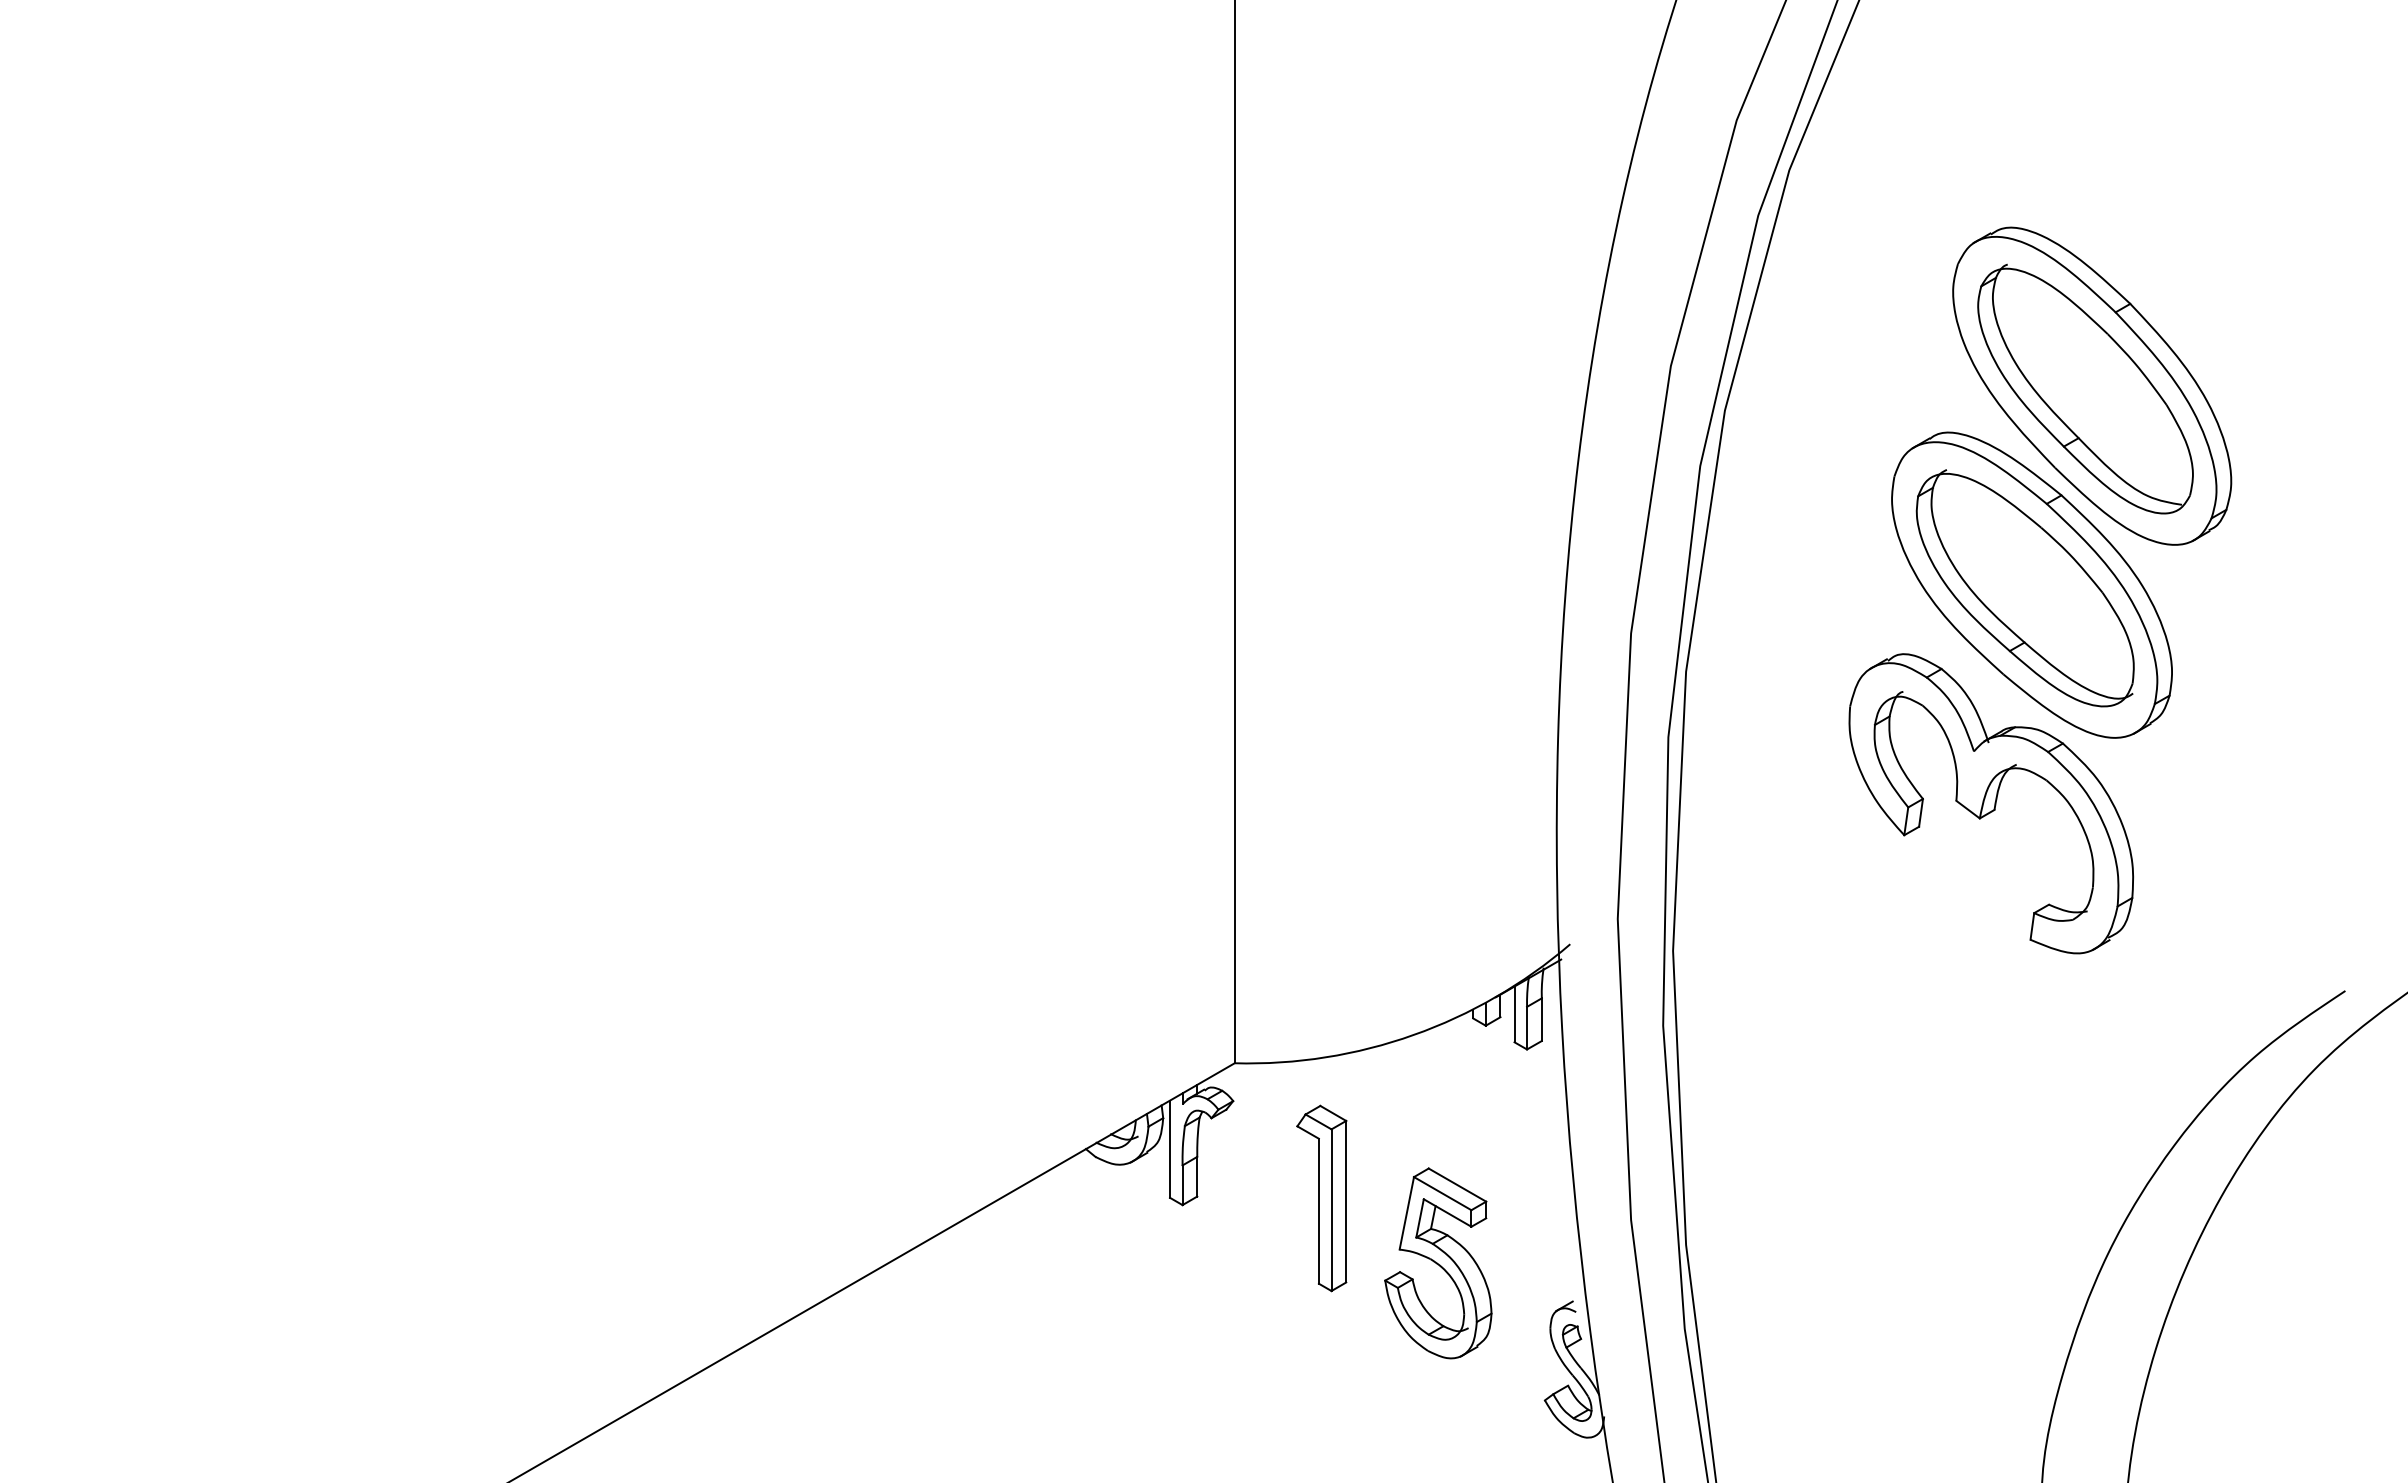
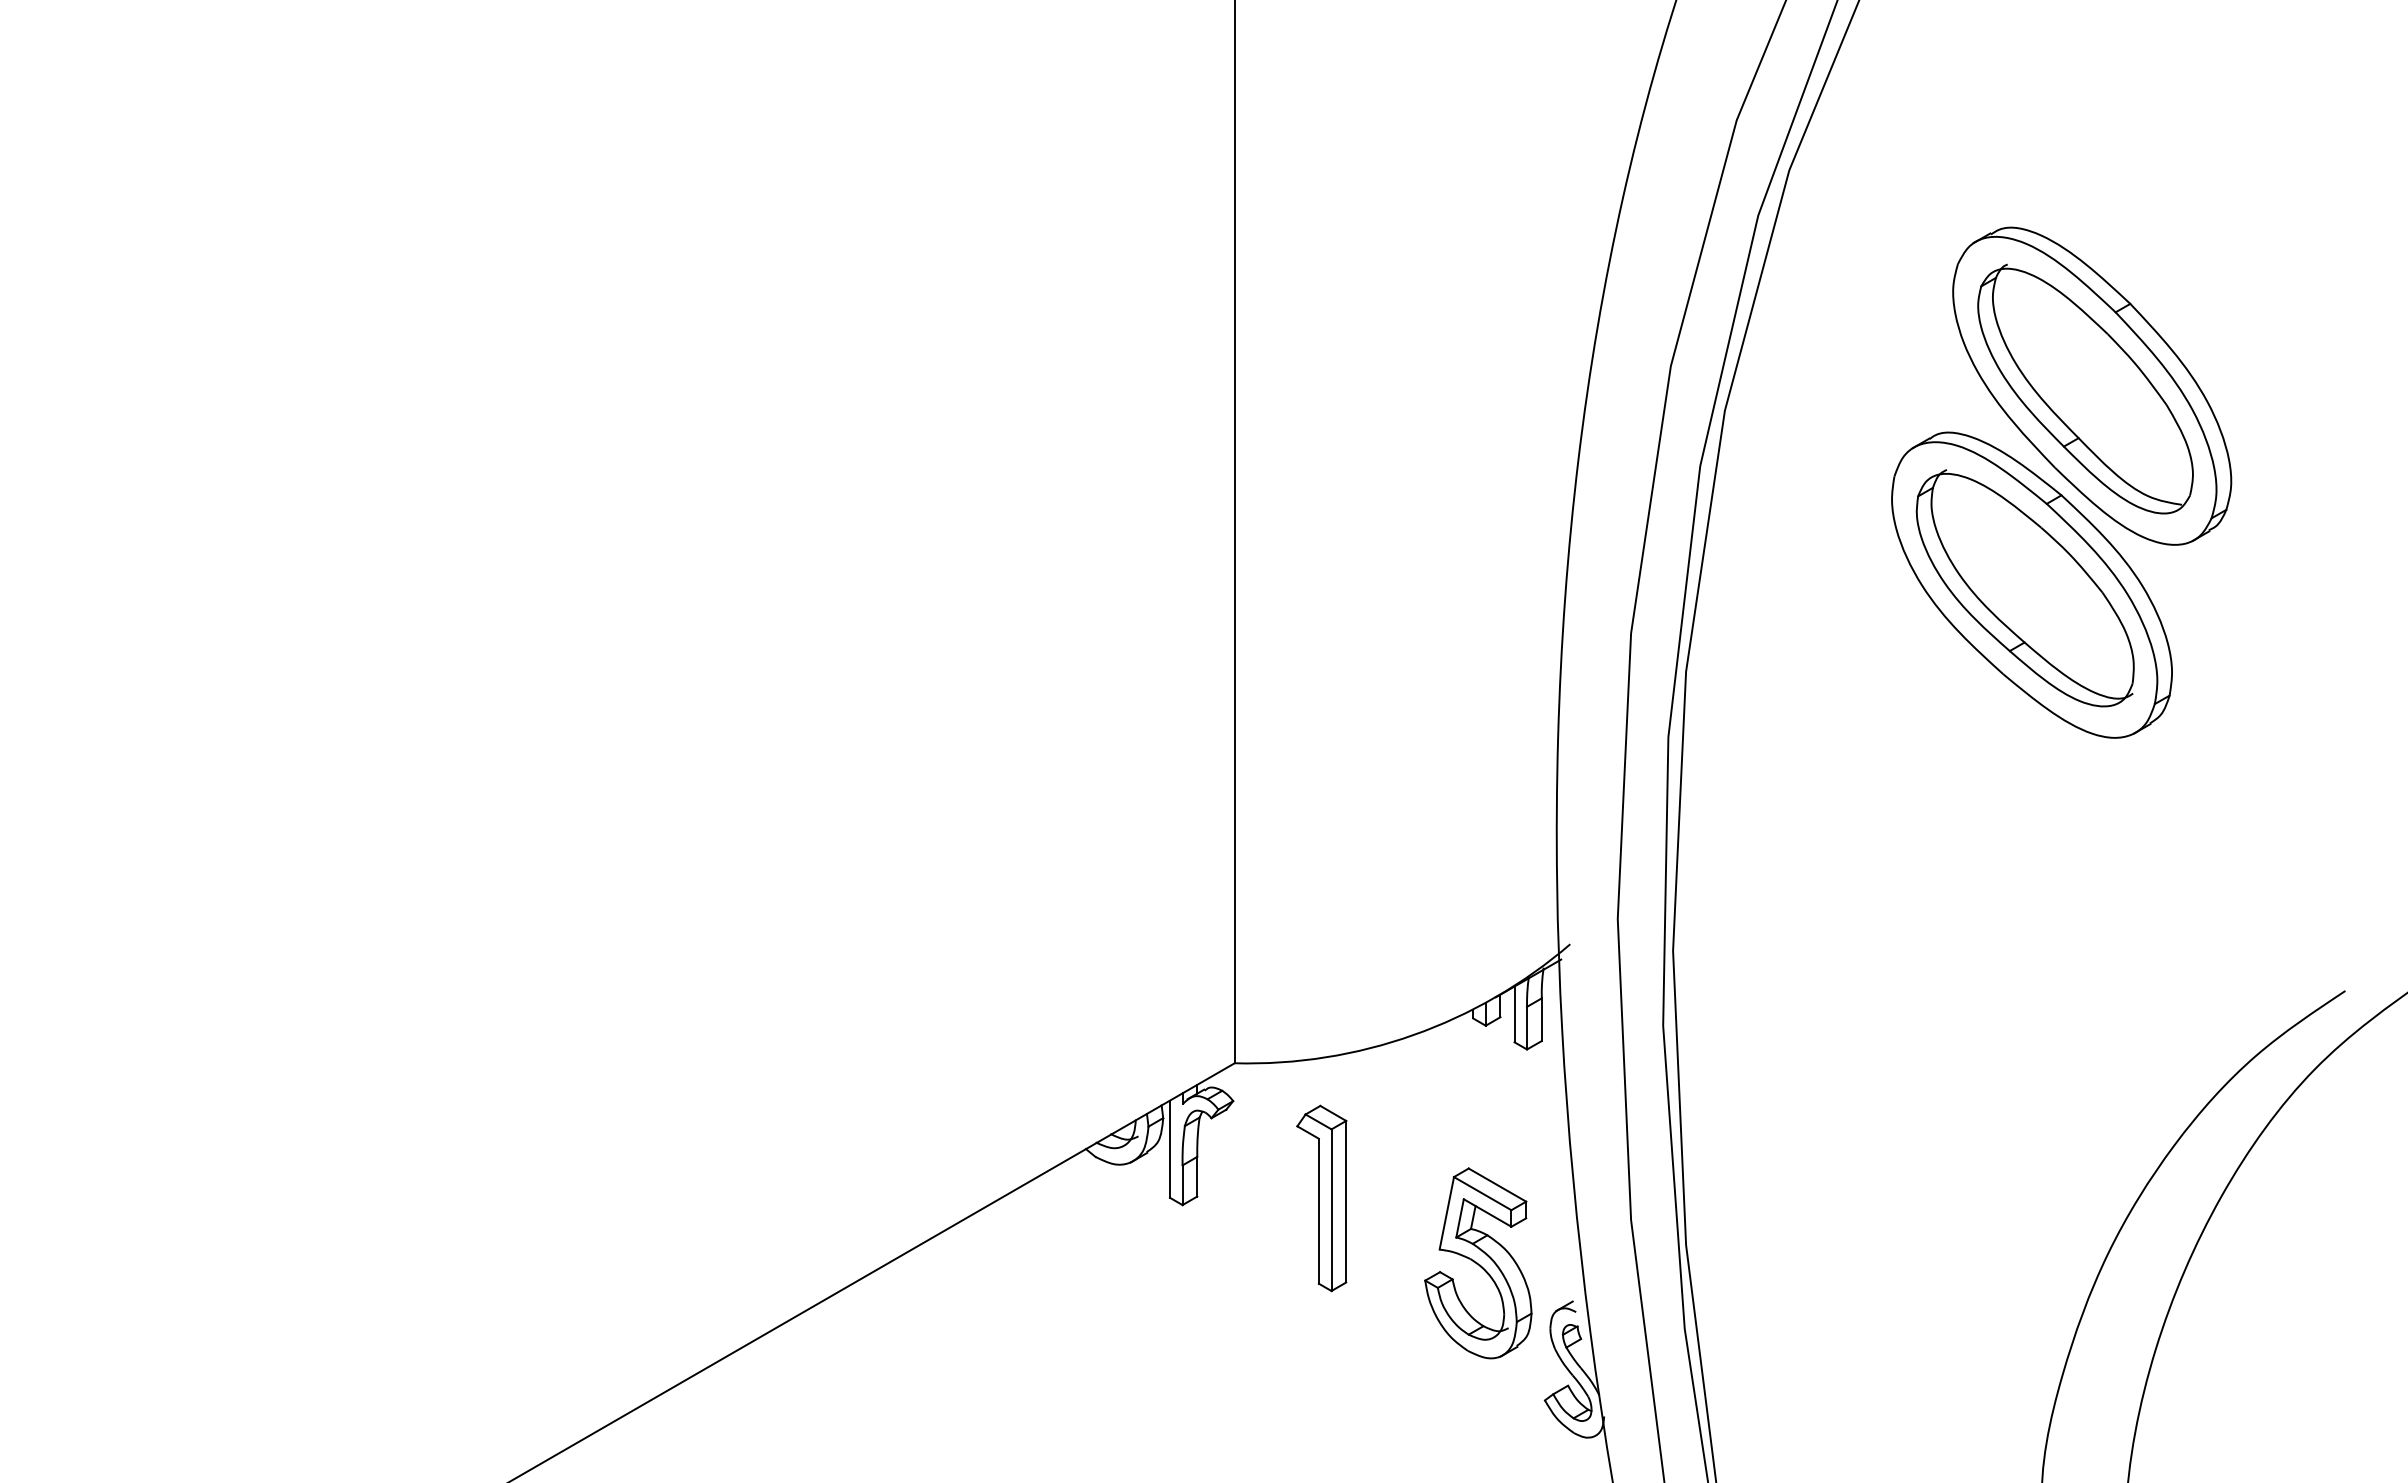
part at (1990, 803): present -> none
part at (1438, 1263) position: (1438, 1263) -> (1478, 1263)
